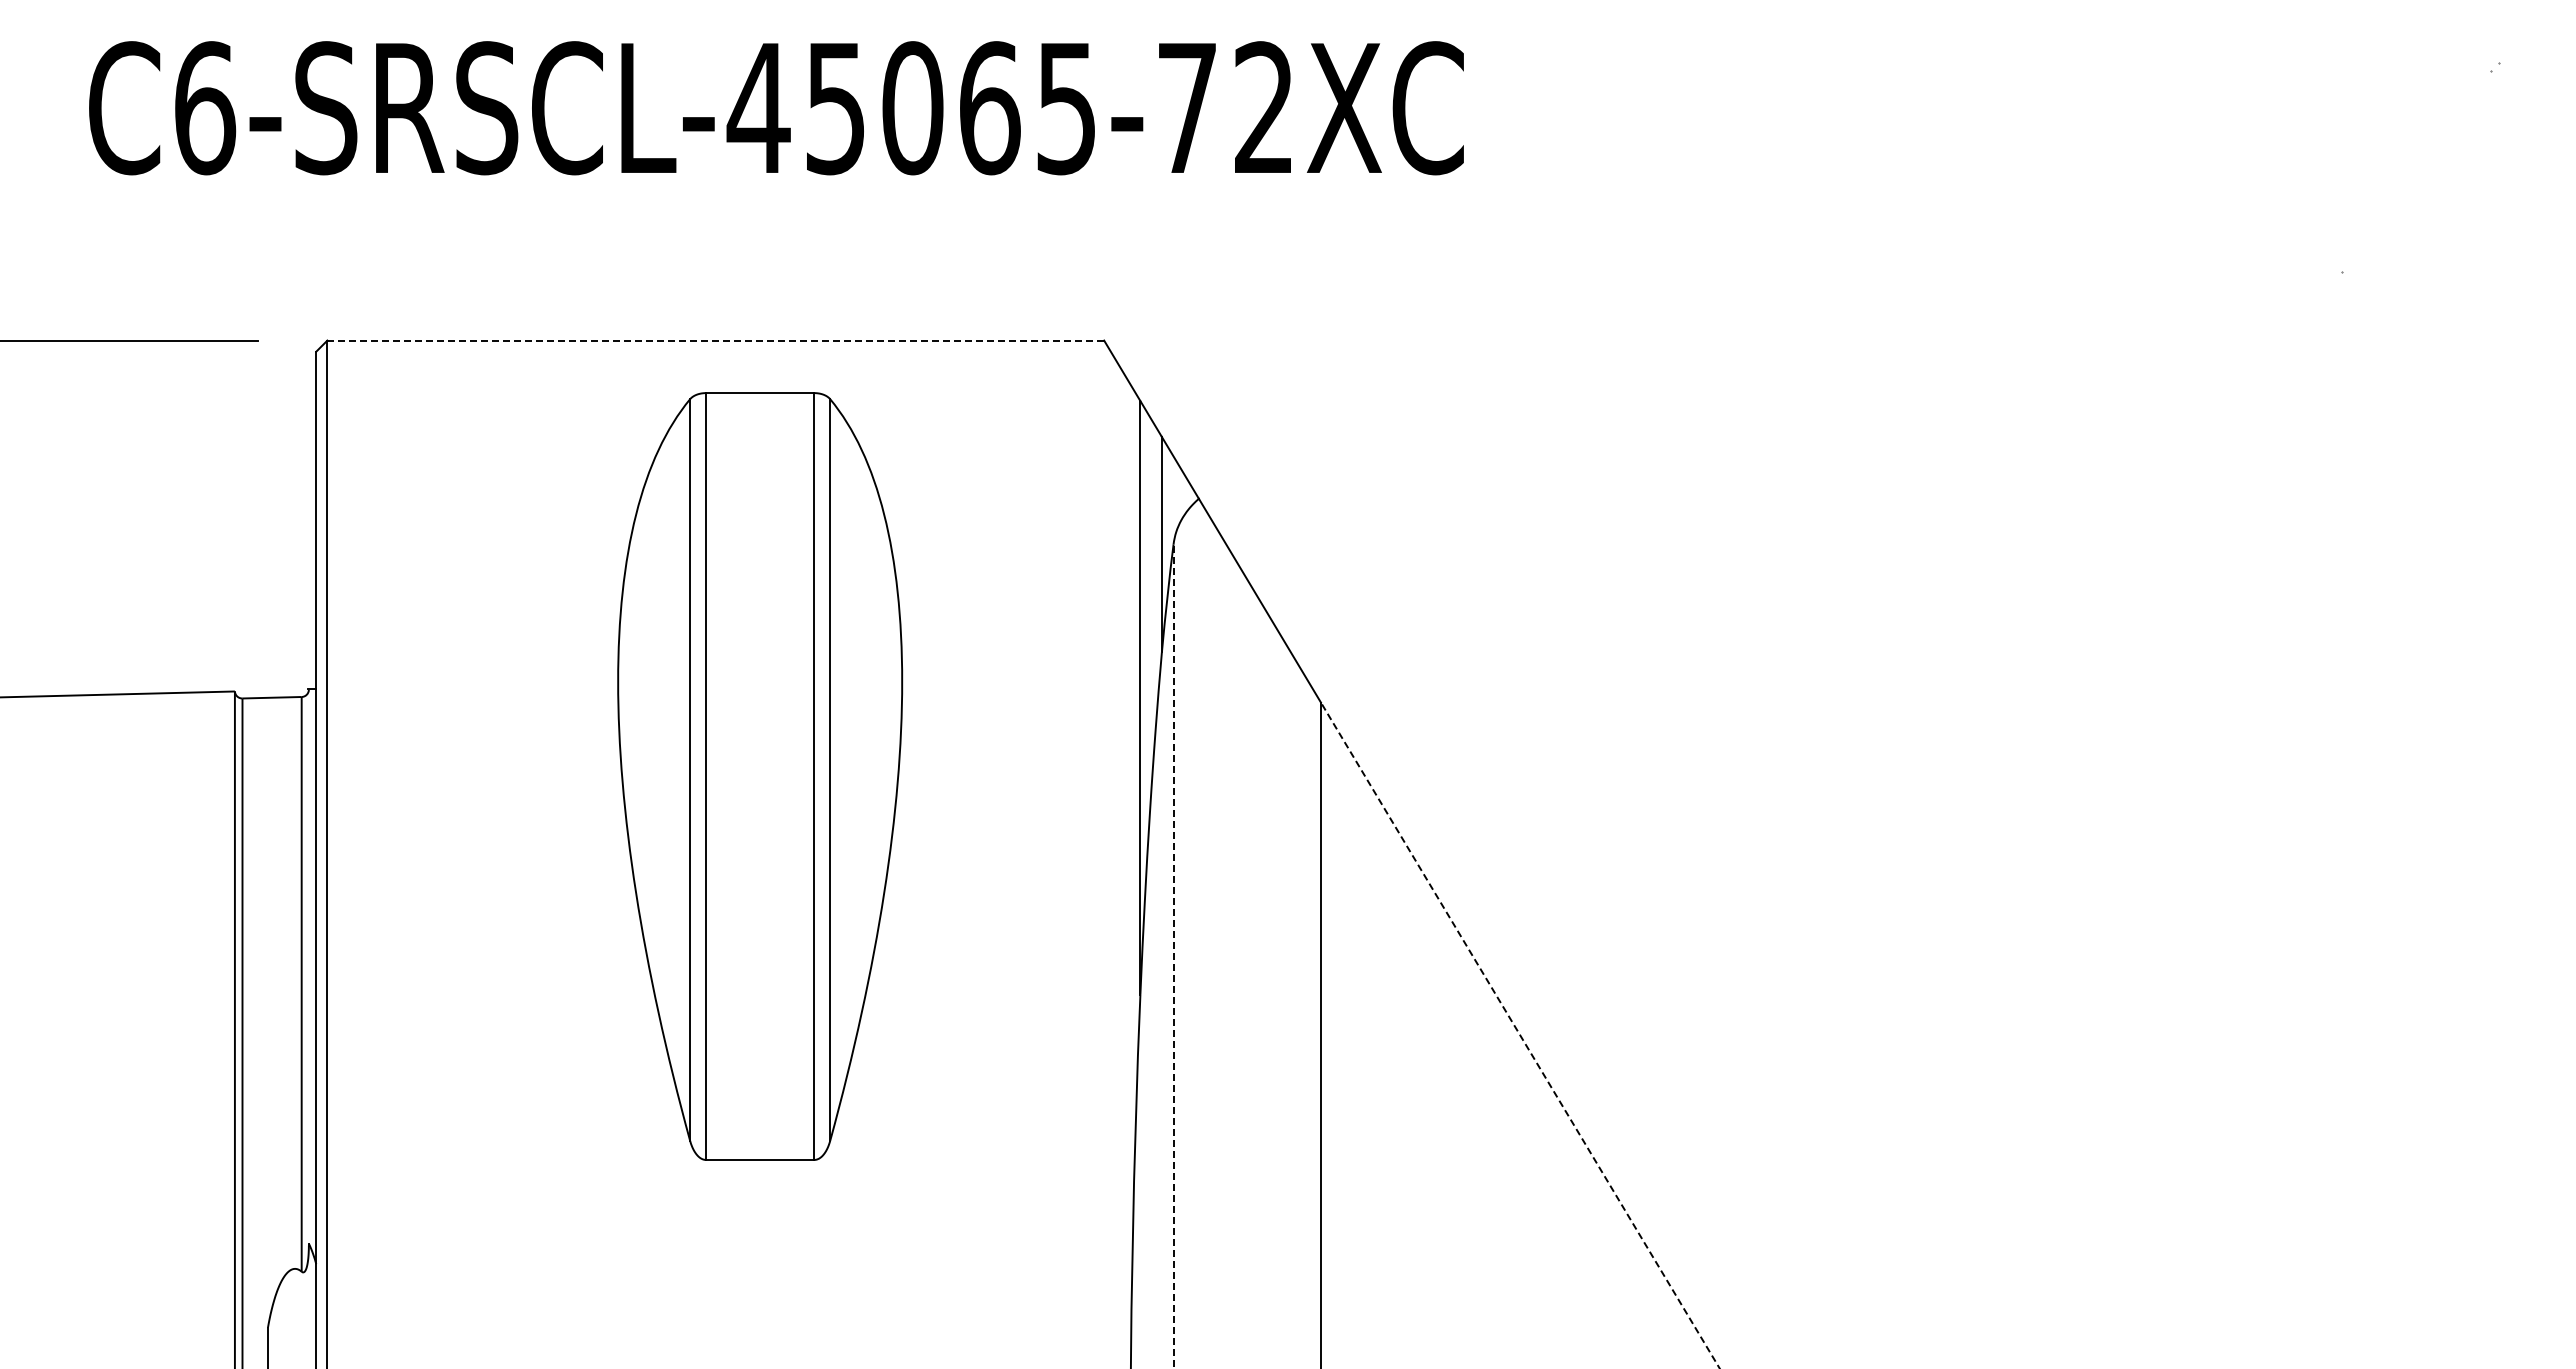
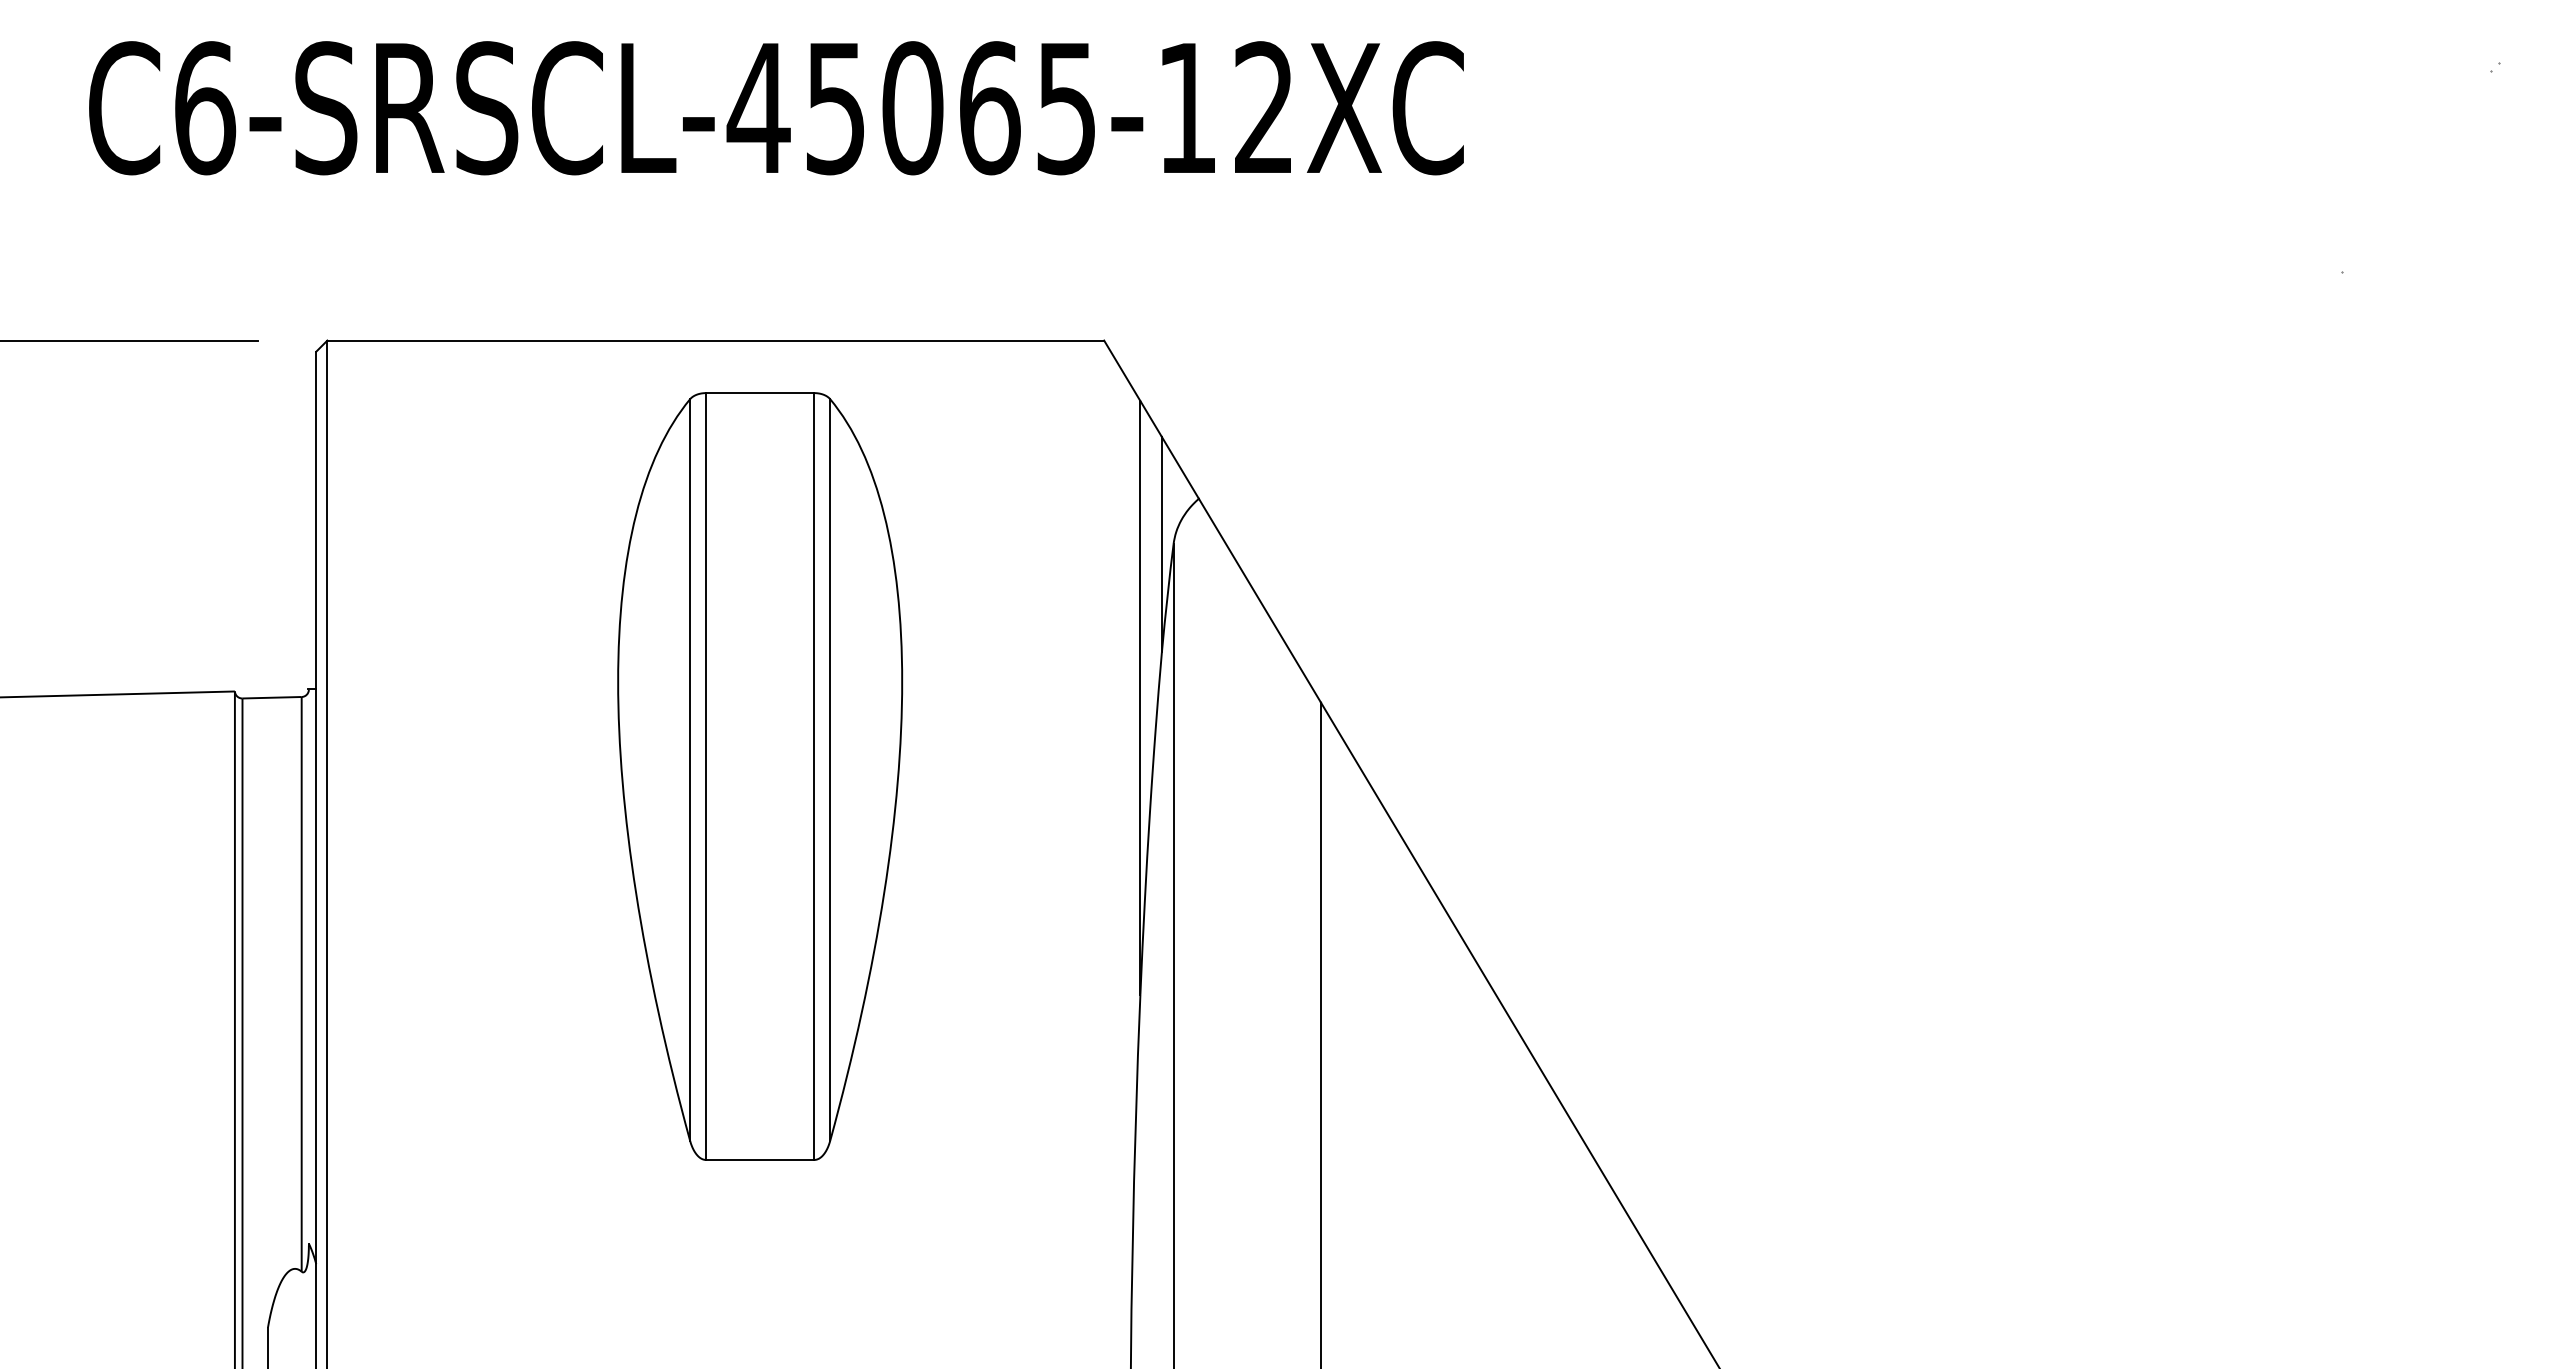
text at (1187, 107): C6-SRSCL-45065-72XC -> C6-SRSCL-45065-12XC
line at (715, 340): dashed -> solid
line at (1173, 956): dashed -> solid
line at (1520, 1035): dashed -> solid
